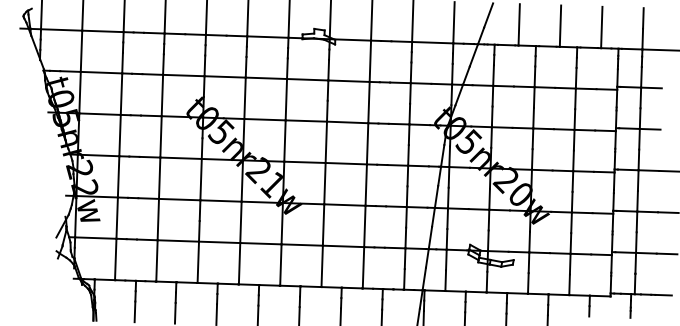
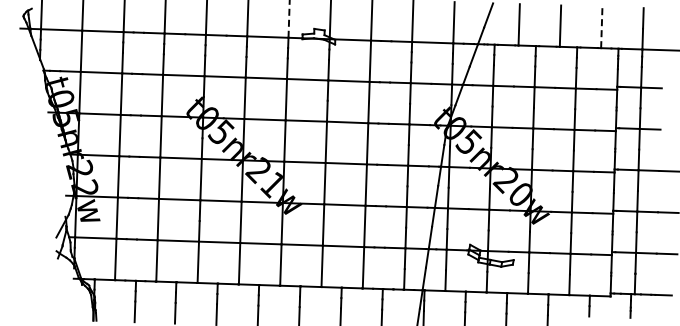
line at (289, 19): solid -> dashed
line at (601, 27): solid -> dashed
